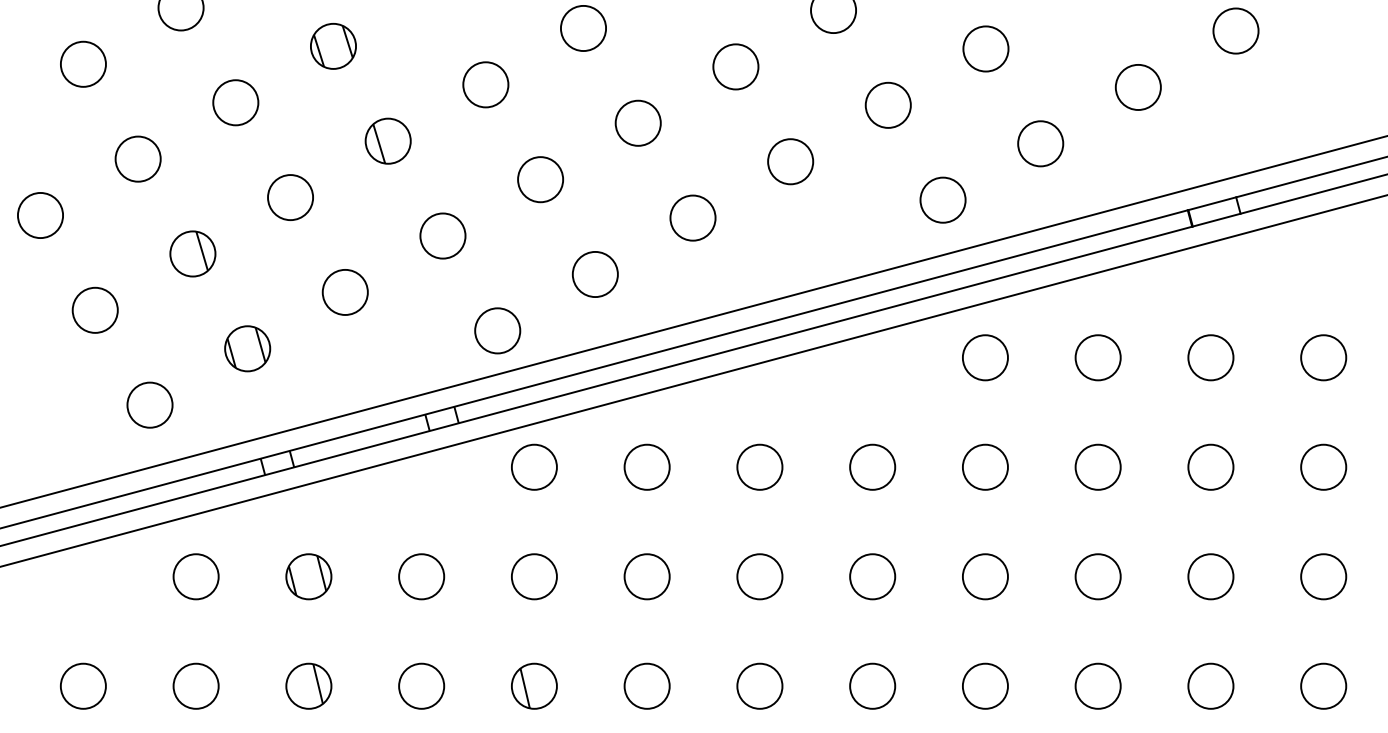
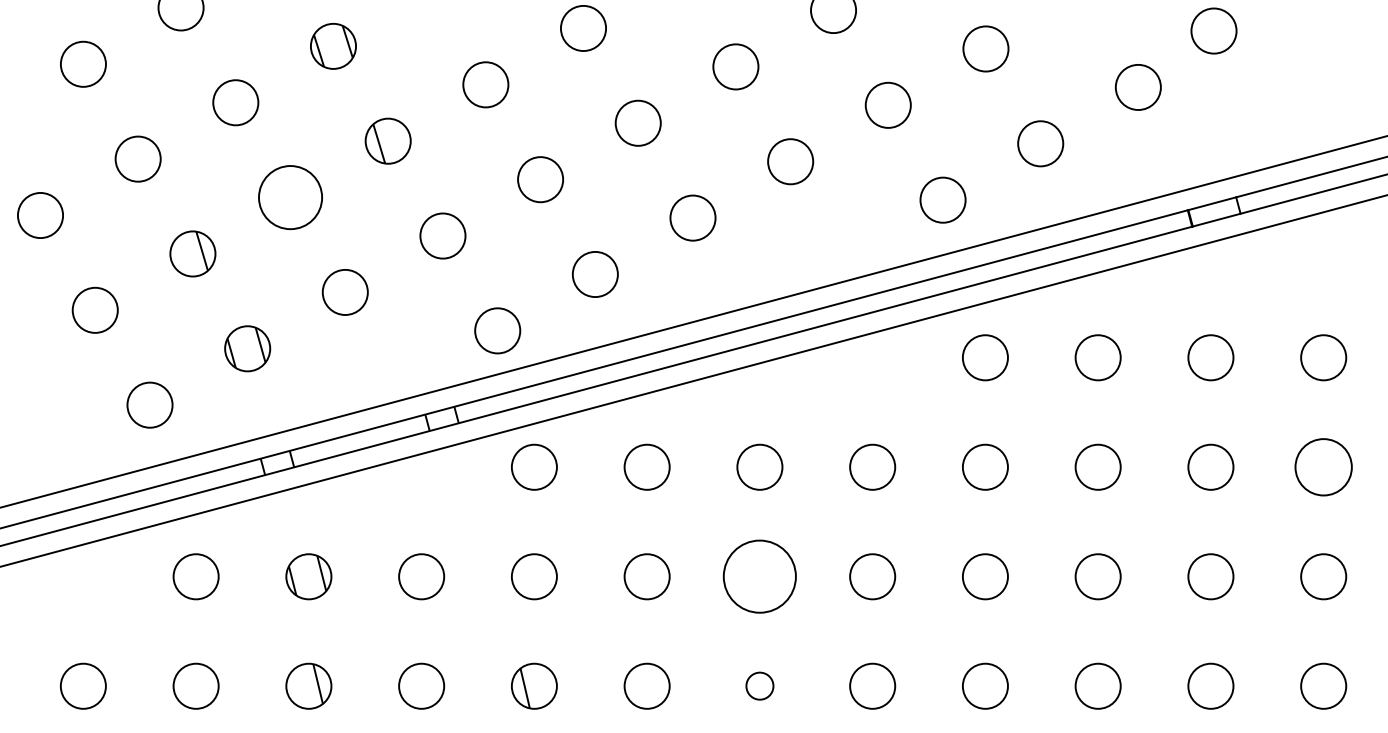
circle at (1235, 30) position: (1235, 30) -> (1213, 30)
circle at (290, 197) diameter: 45 px -> 63 px
circle at (1323, 466) diameter: 45 px -> 56 px
circle at (759, 576) size: 48x48 px -> 75x75 px
circle at (759, 685) size: 48x48 px -> 30x30 px
